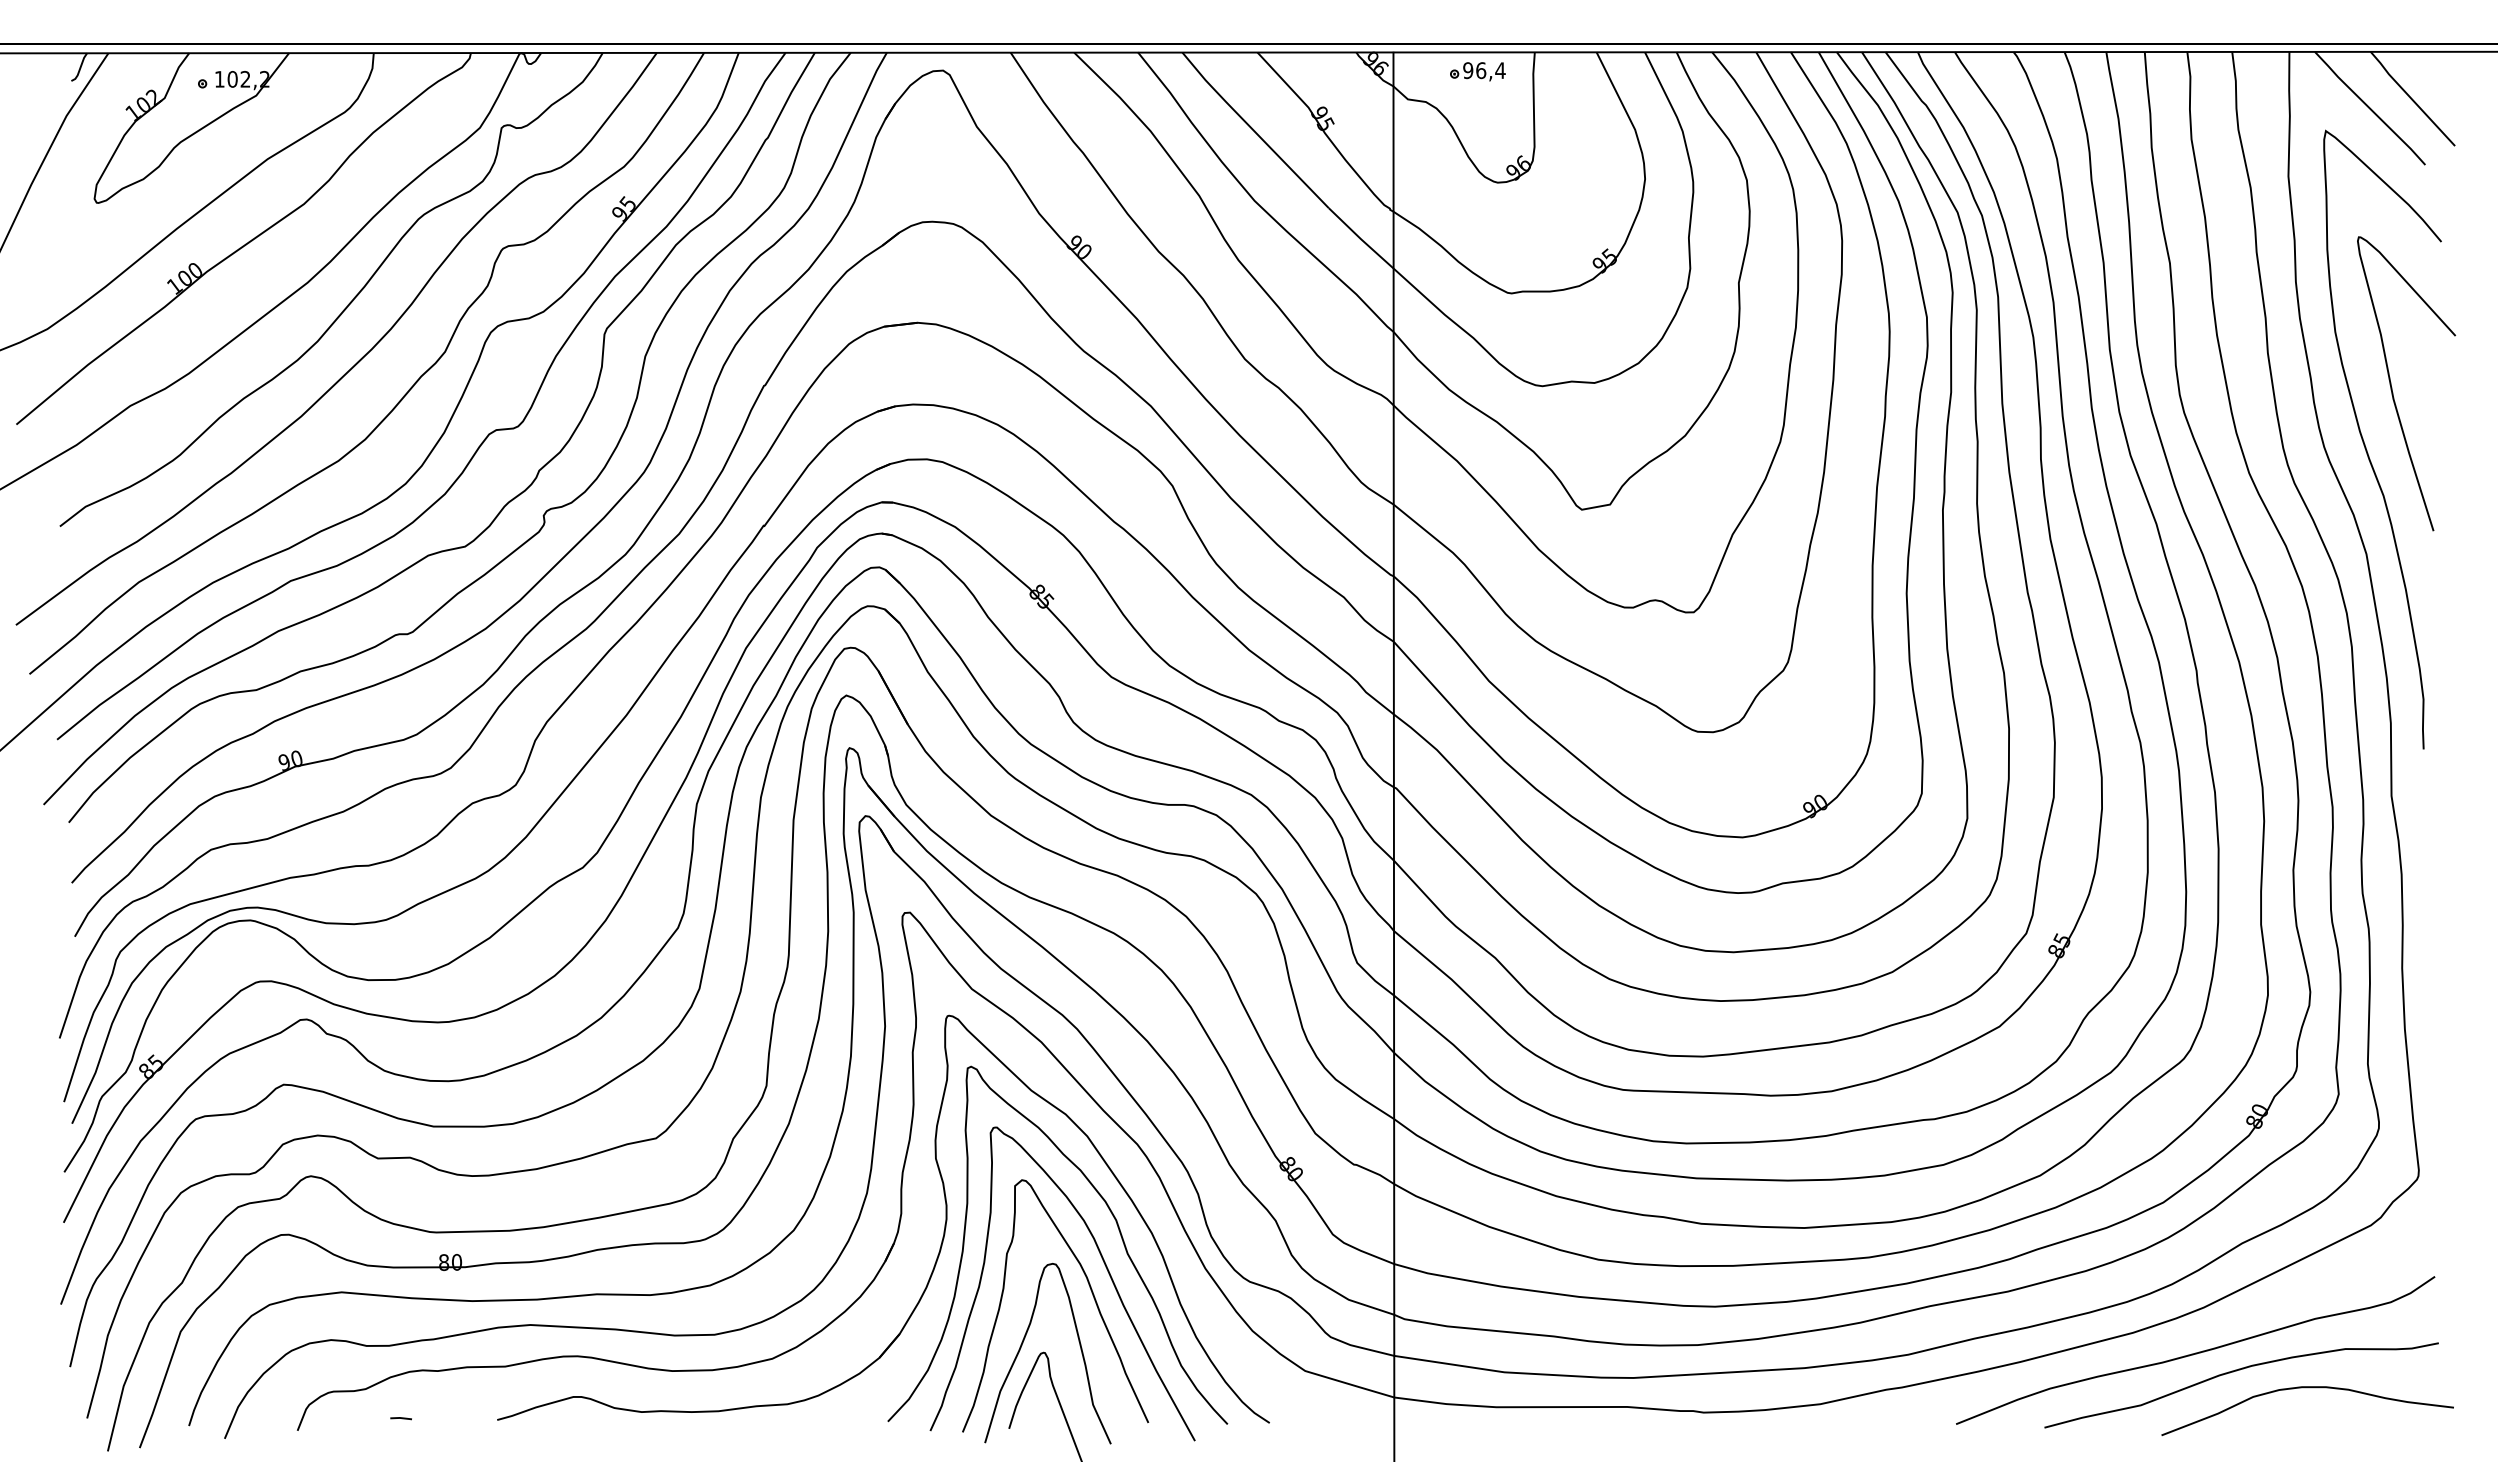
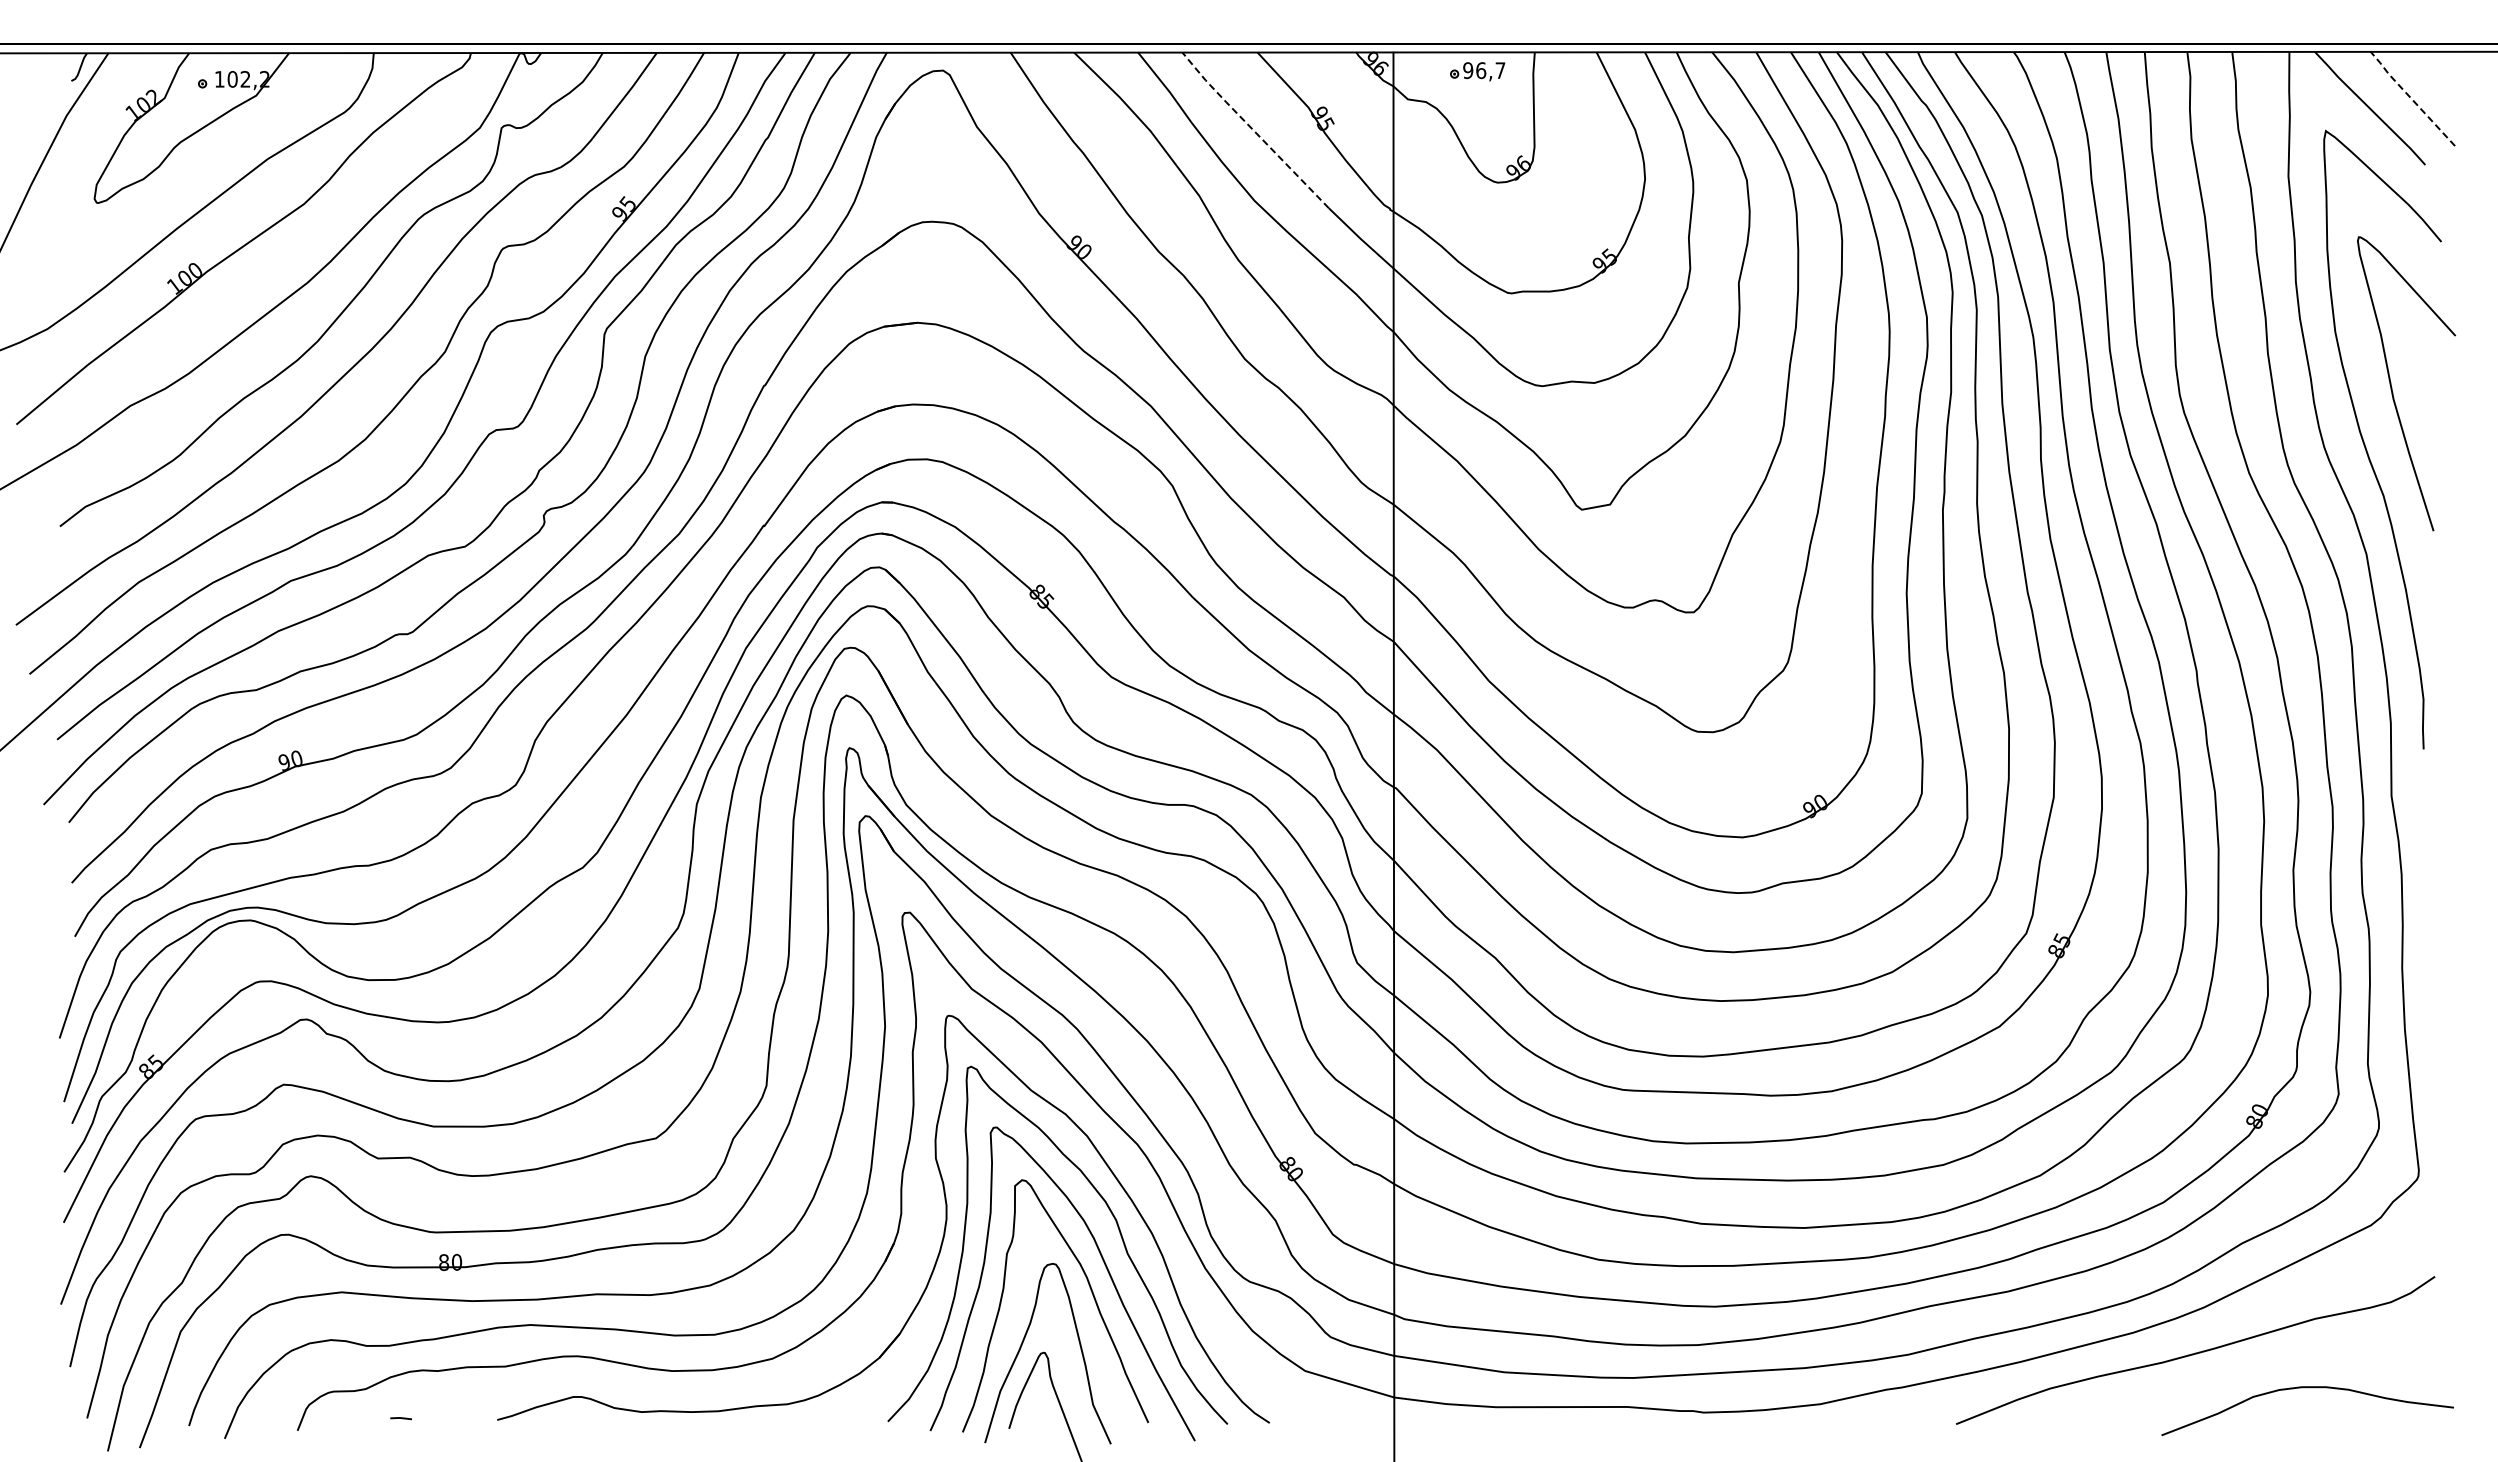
text at (1500, 70): 96,4 -> 96,7
line at (2411, 98): solid -> dashed
line at (1253, 130): solid -> dashed
curve at (2236, 1371): present -> none
